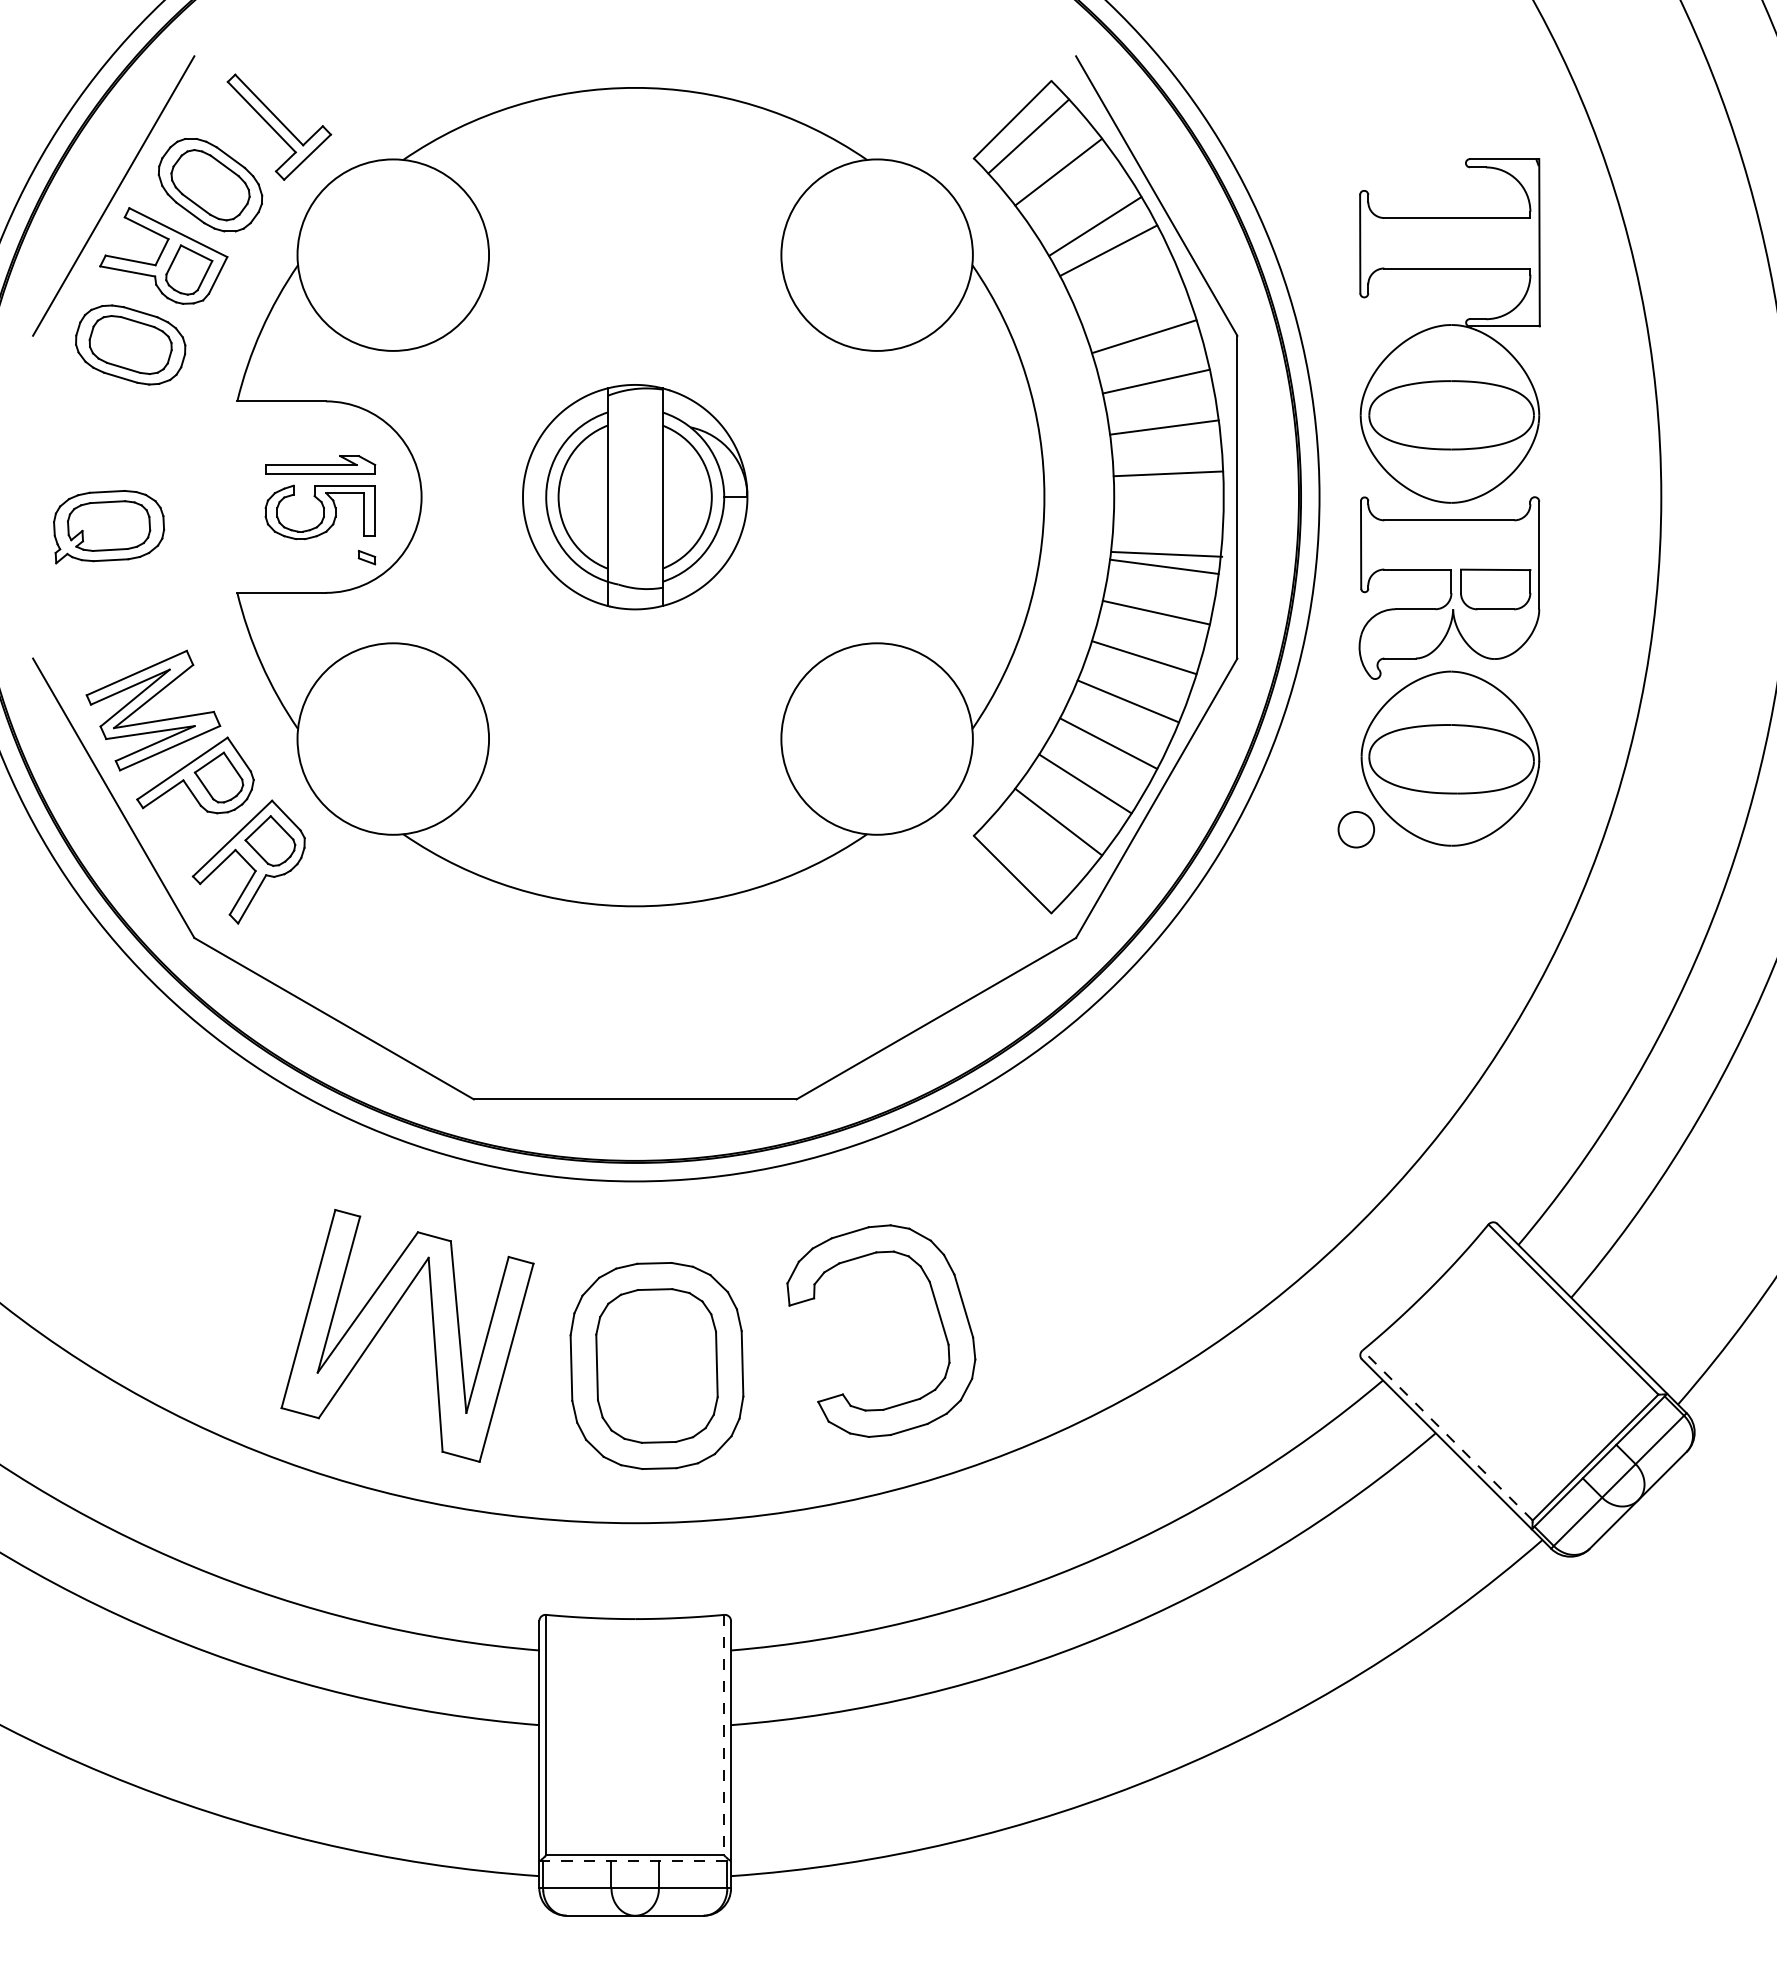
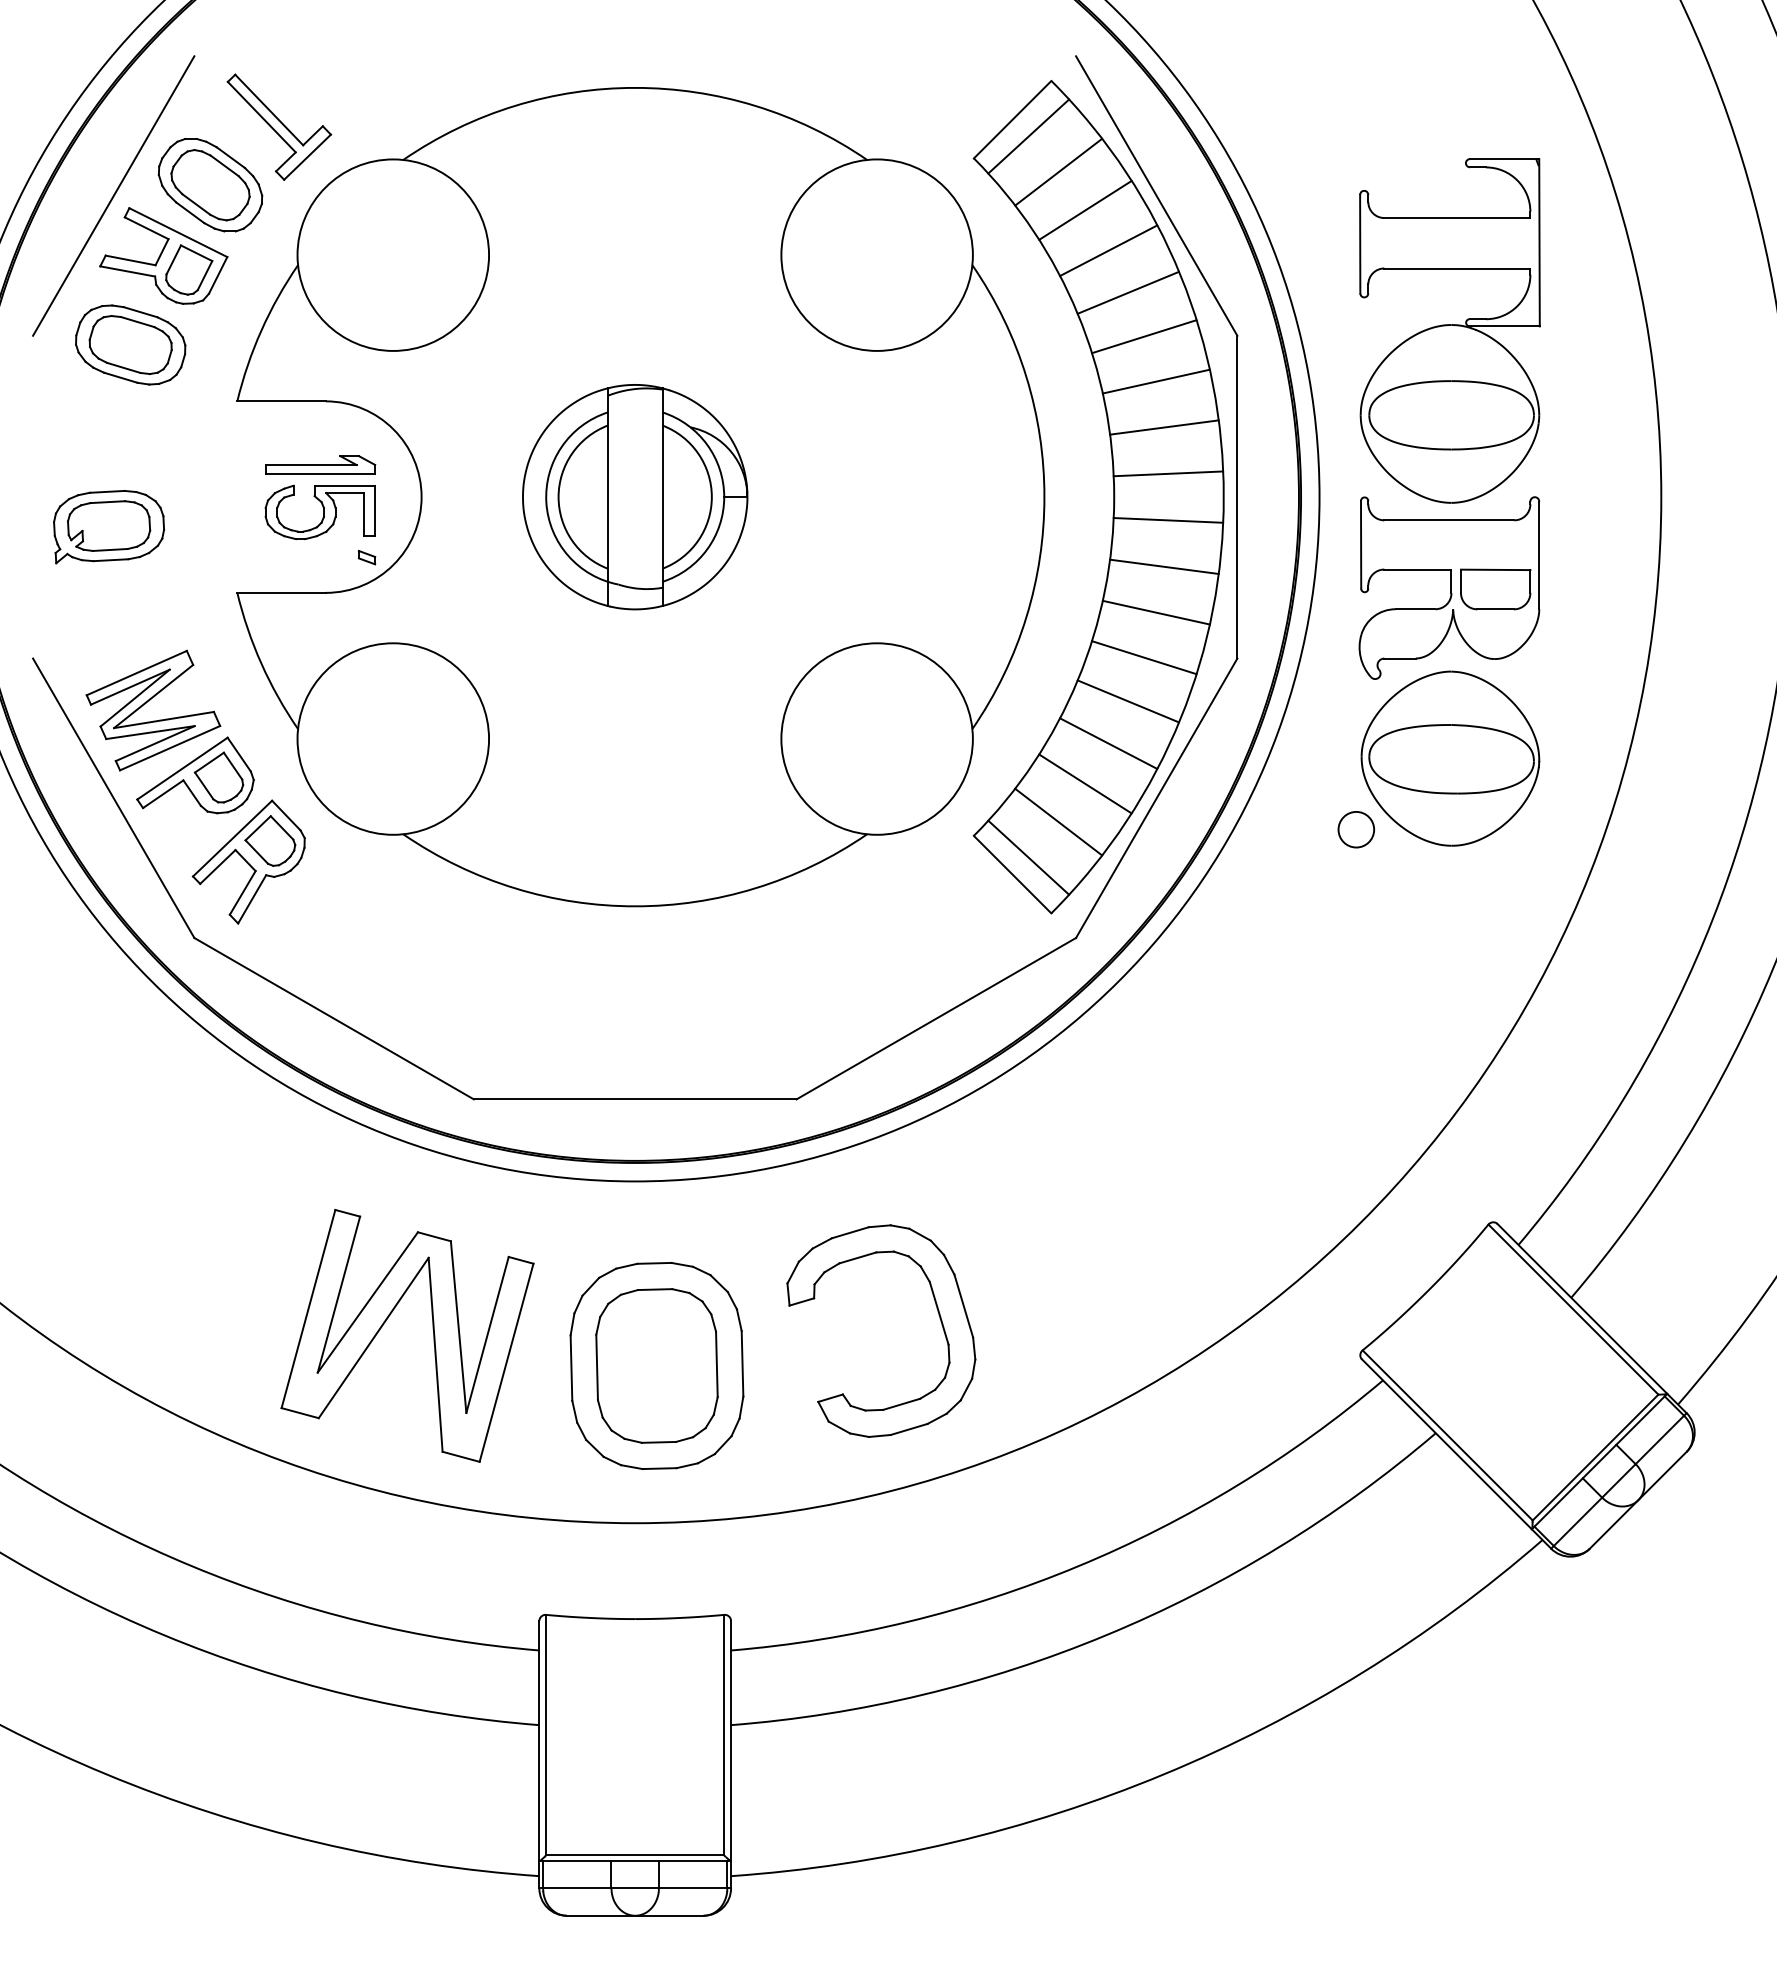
line at (1095, 226) position: (1095, 226) -> (1085, 210)
line at (1127, 292): none -> present
line at (1167, 554) position: (1167, 554) -> (1168, 520)
line at (1028, 857): none -> present
line at (1447, 1435): dashed -> solid
line at (724, 1735): dashed -> solid
line at (635, 1861): dashed -> solid
